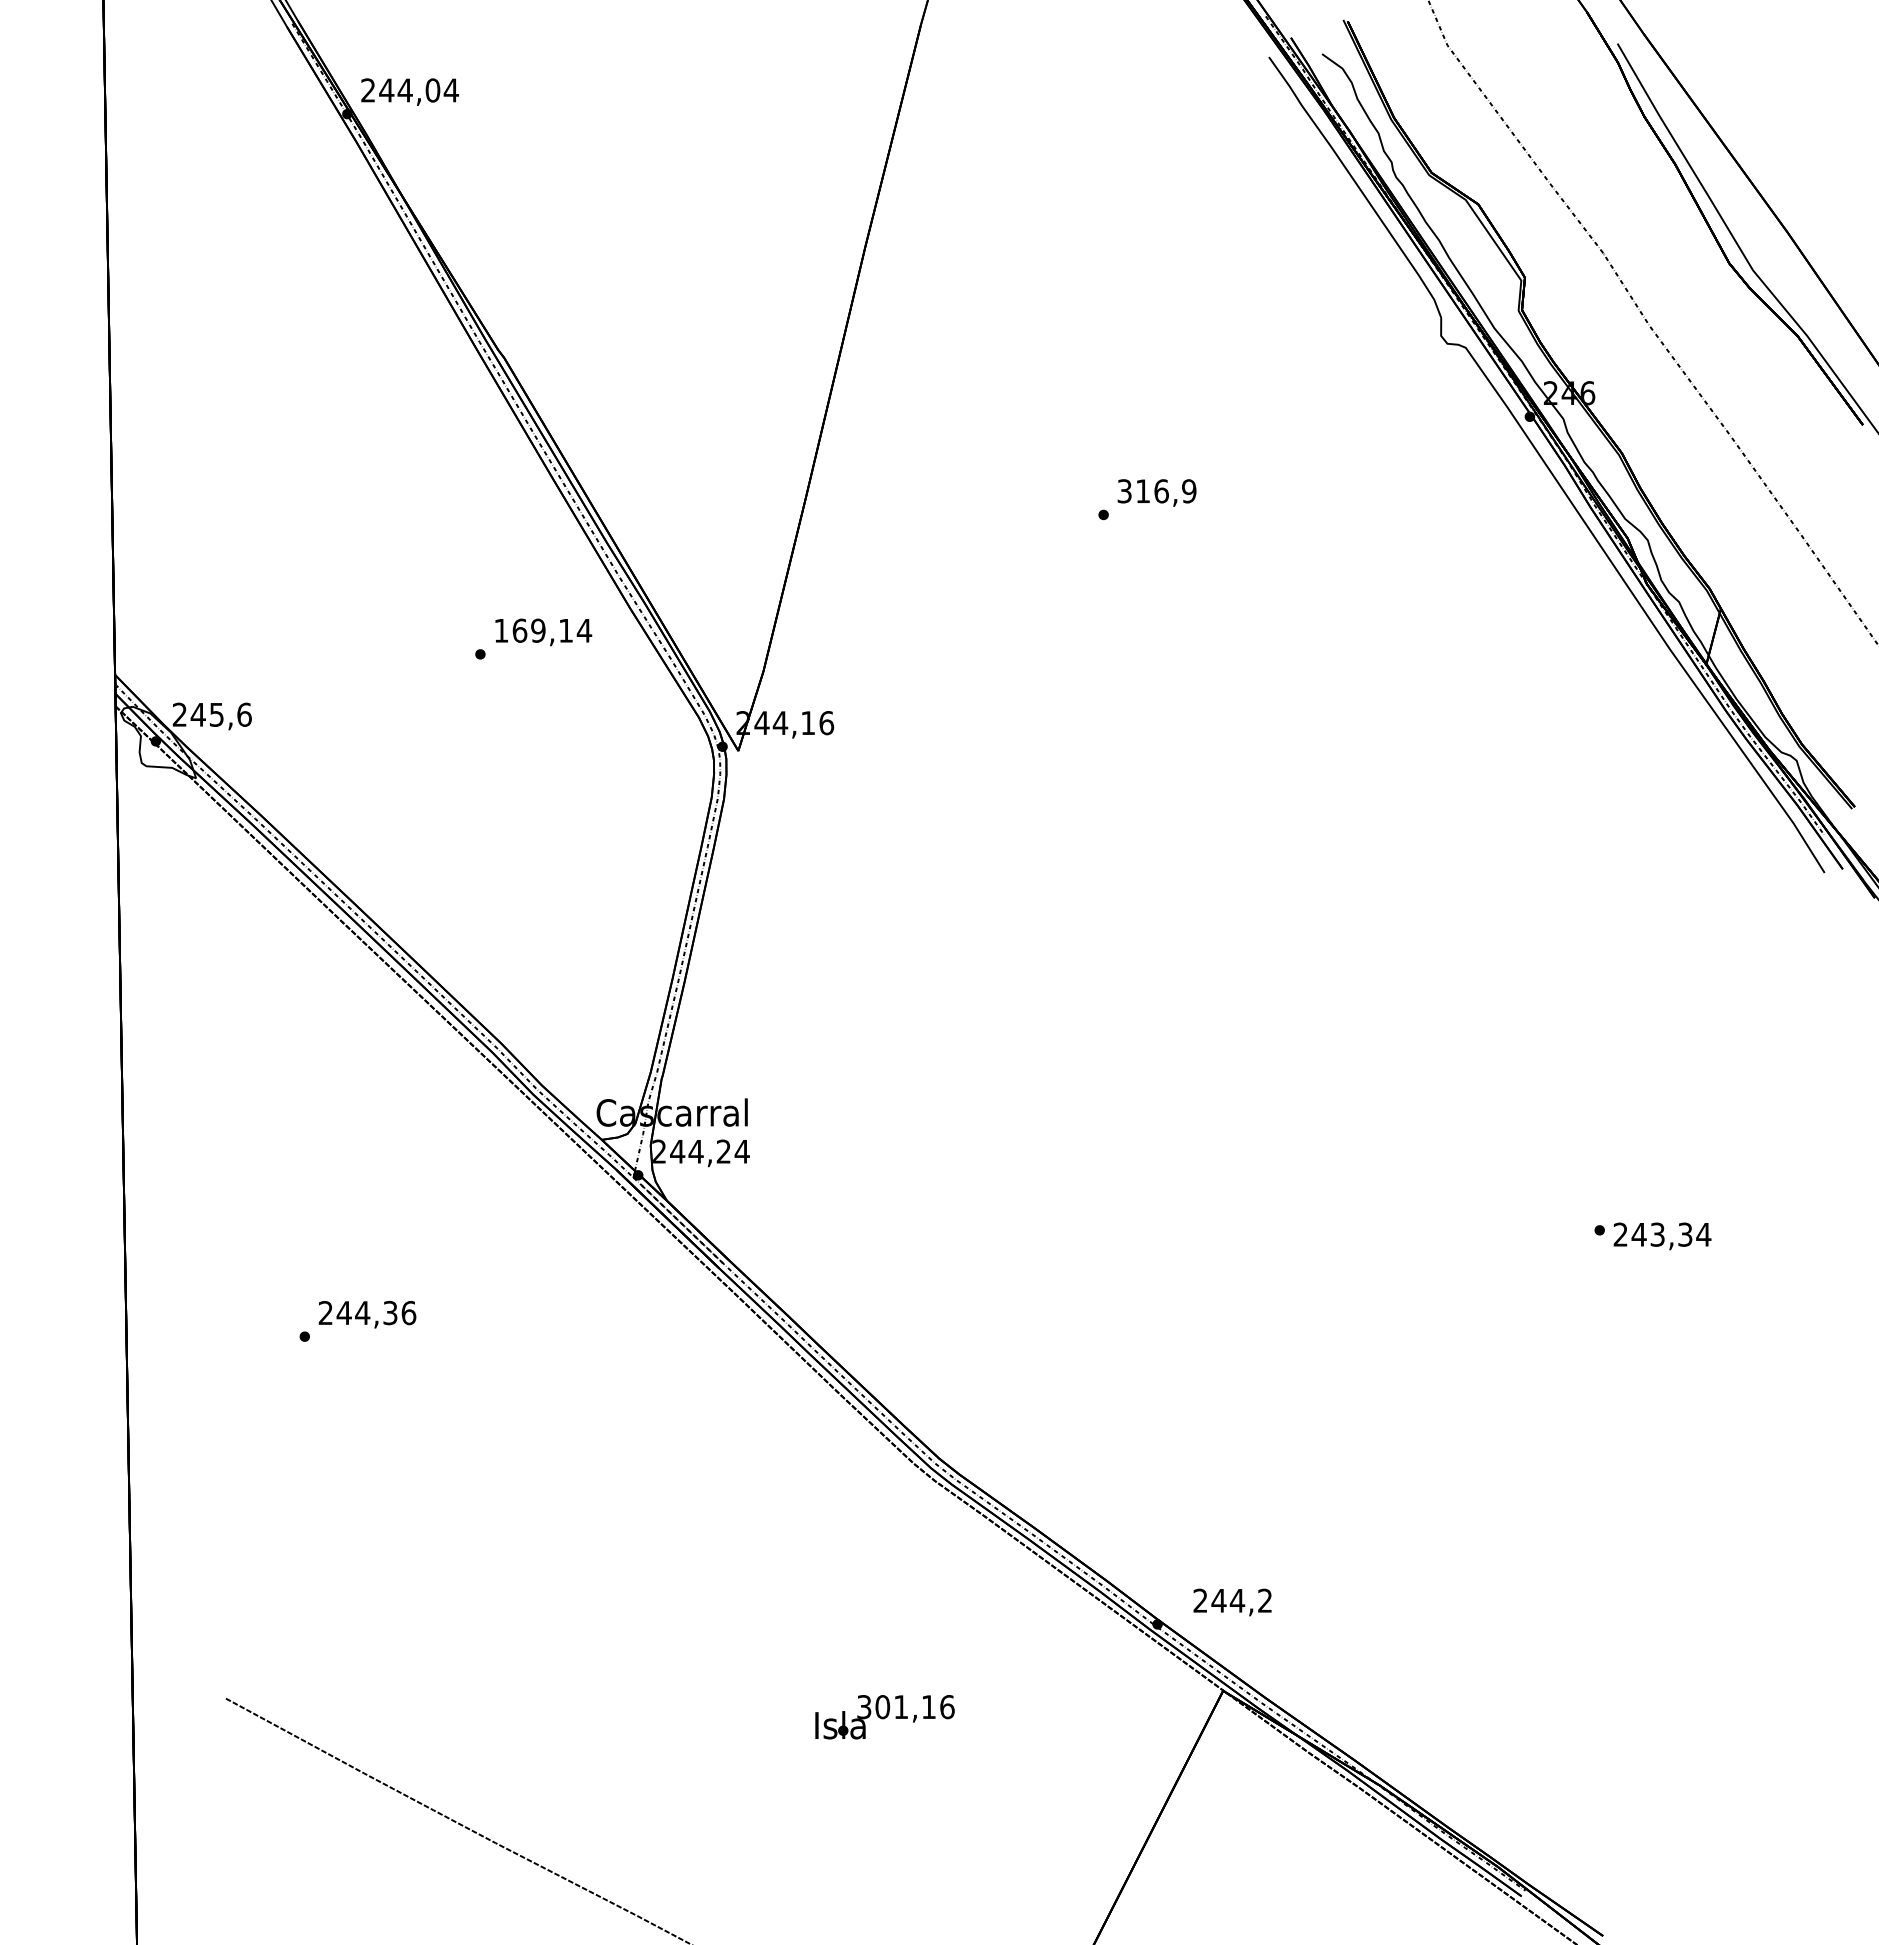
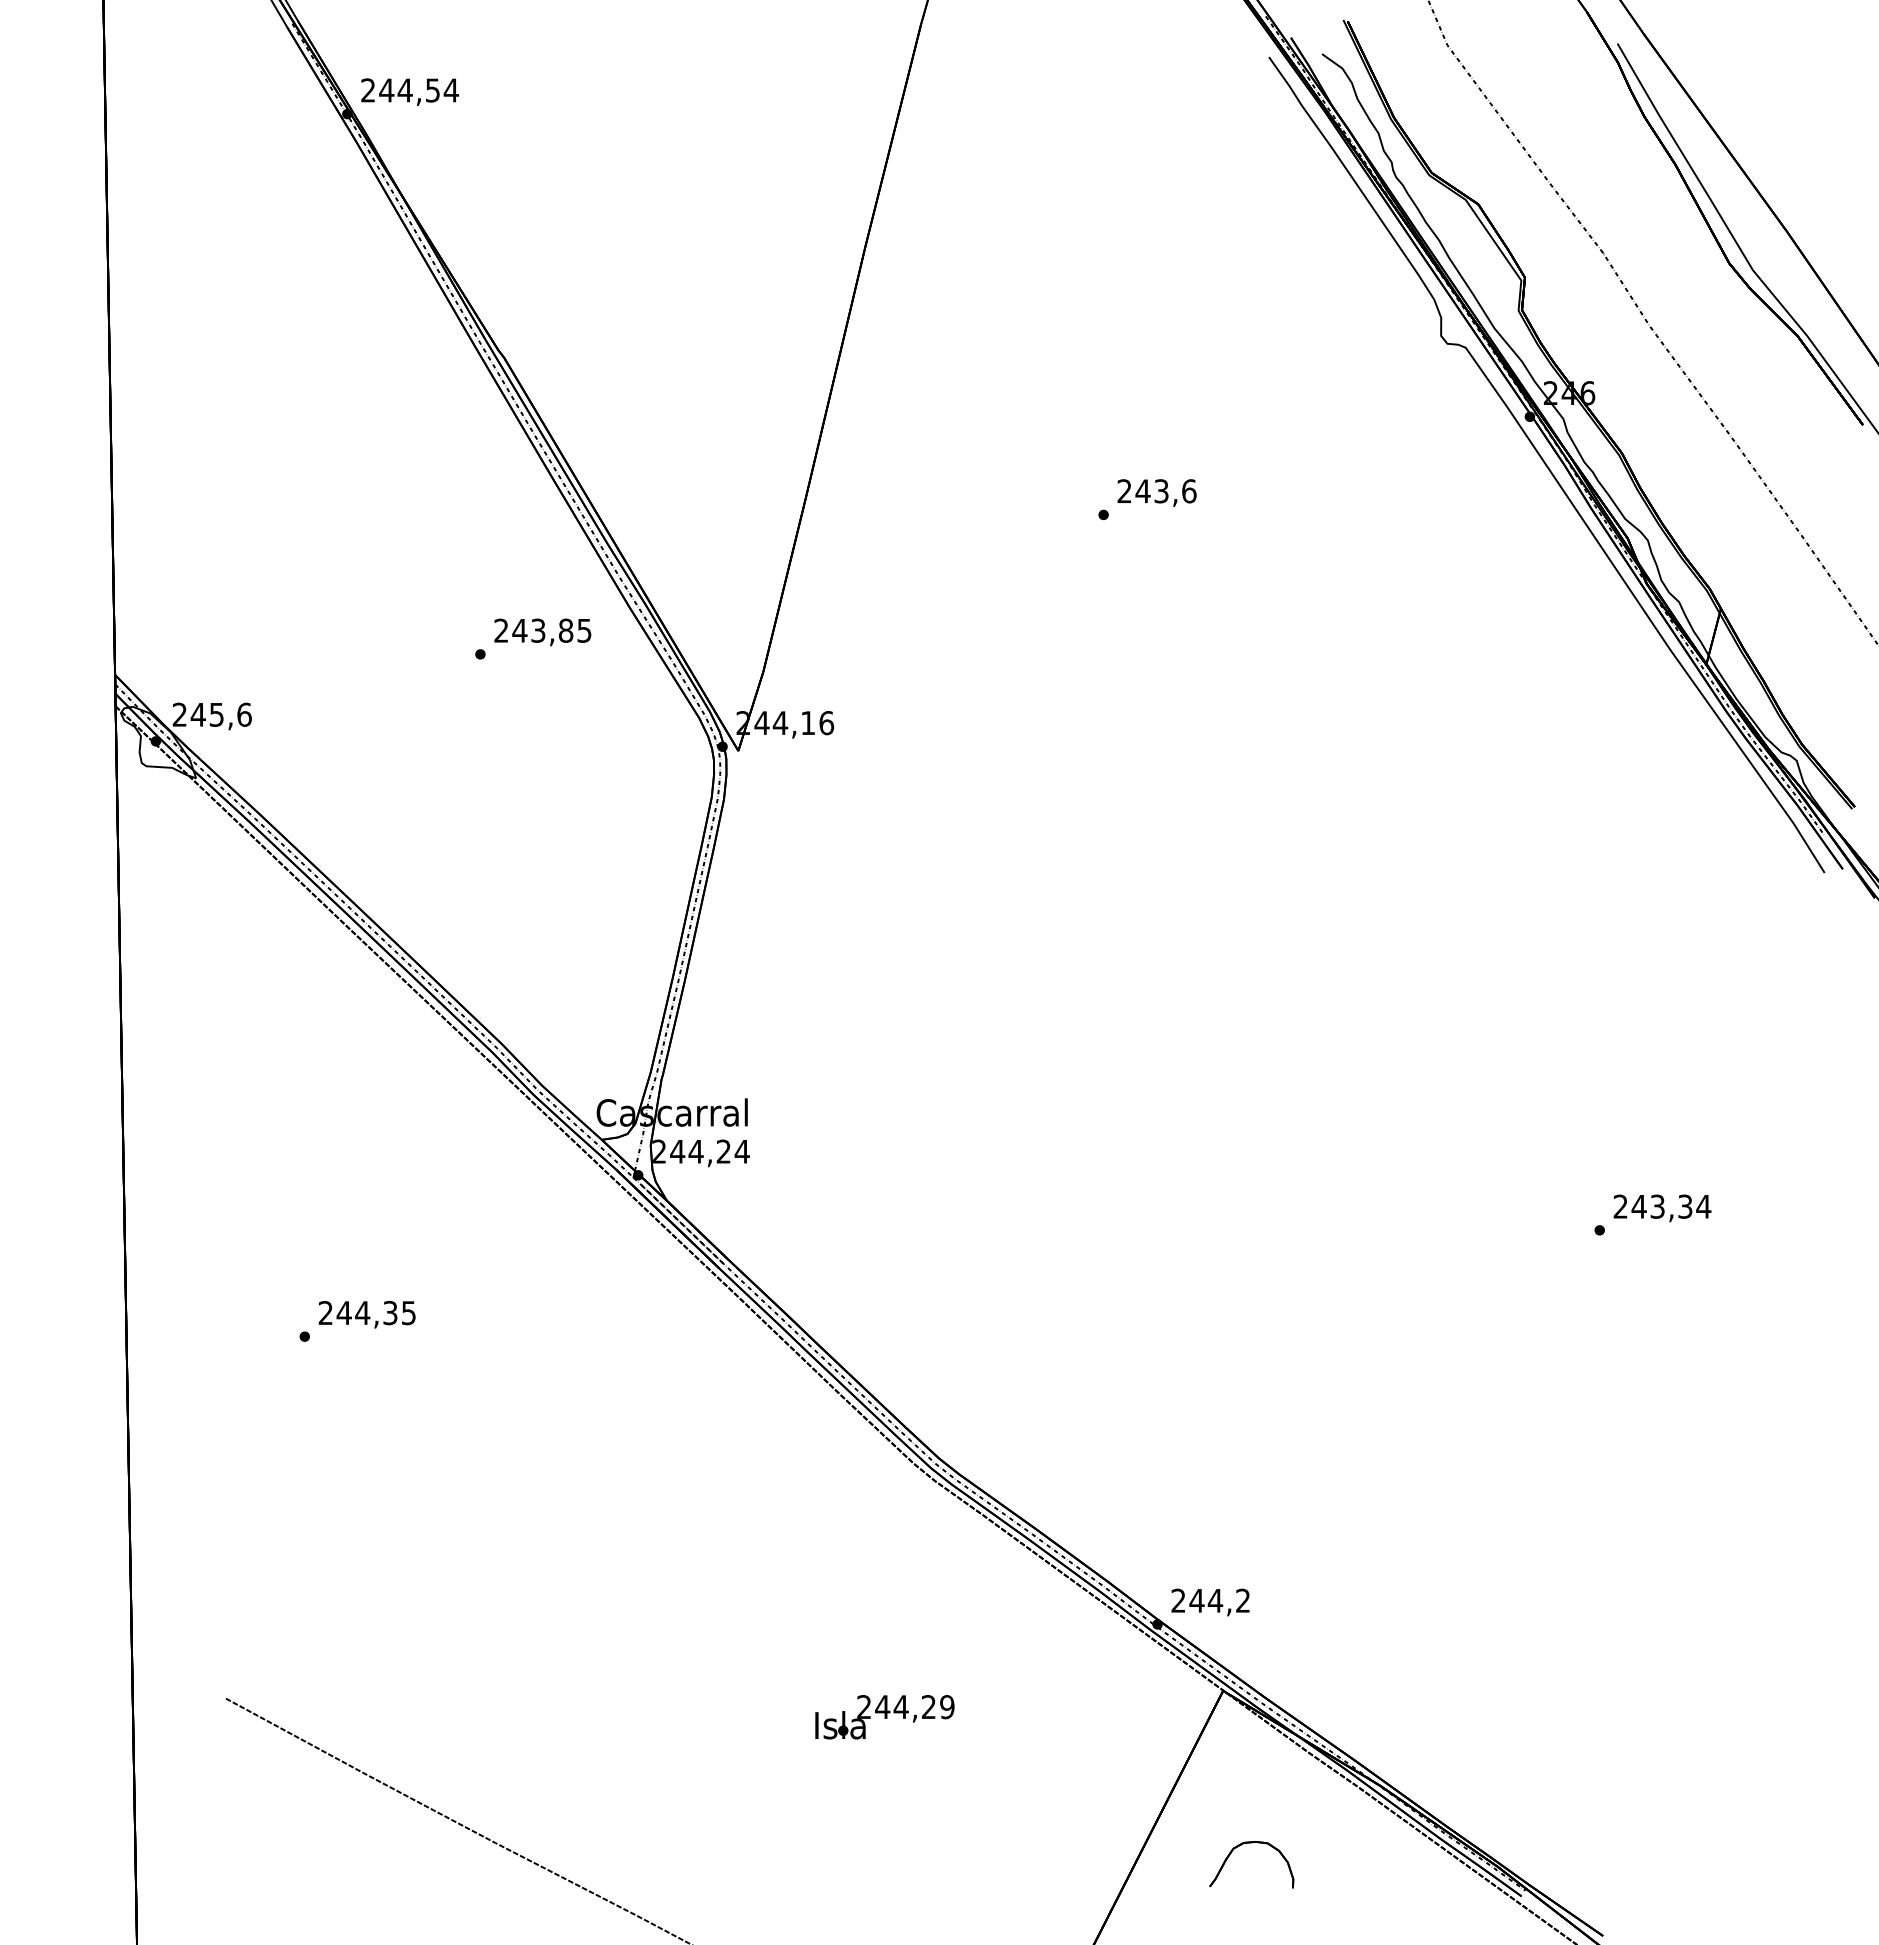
text at (432, 90): 244,04 -> 244,54
text at (1156, 491): 316,9 -> 243,6
text at (543, 630): 169,14 -> 243,85
text at (1662, 1236) position: (1662, 1236) -> (1662, 1208)
text at (408, 1313): 244,36 -> 244,35
text at (1232, 1602) position: (1232, 1602) -> (1210, 1602)
text at (905, 1707): 301,16 -> 244,29
part at (1251, 1843): none -> present
